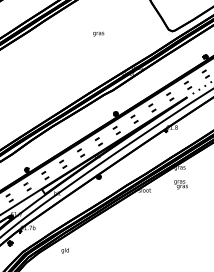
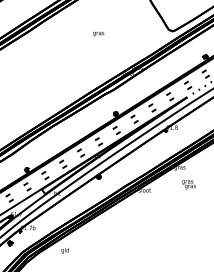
text at (180, 184) position: (180, 184) -> (188, 184)
